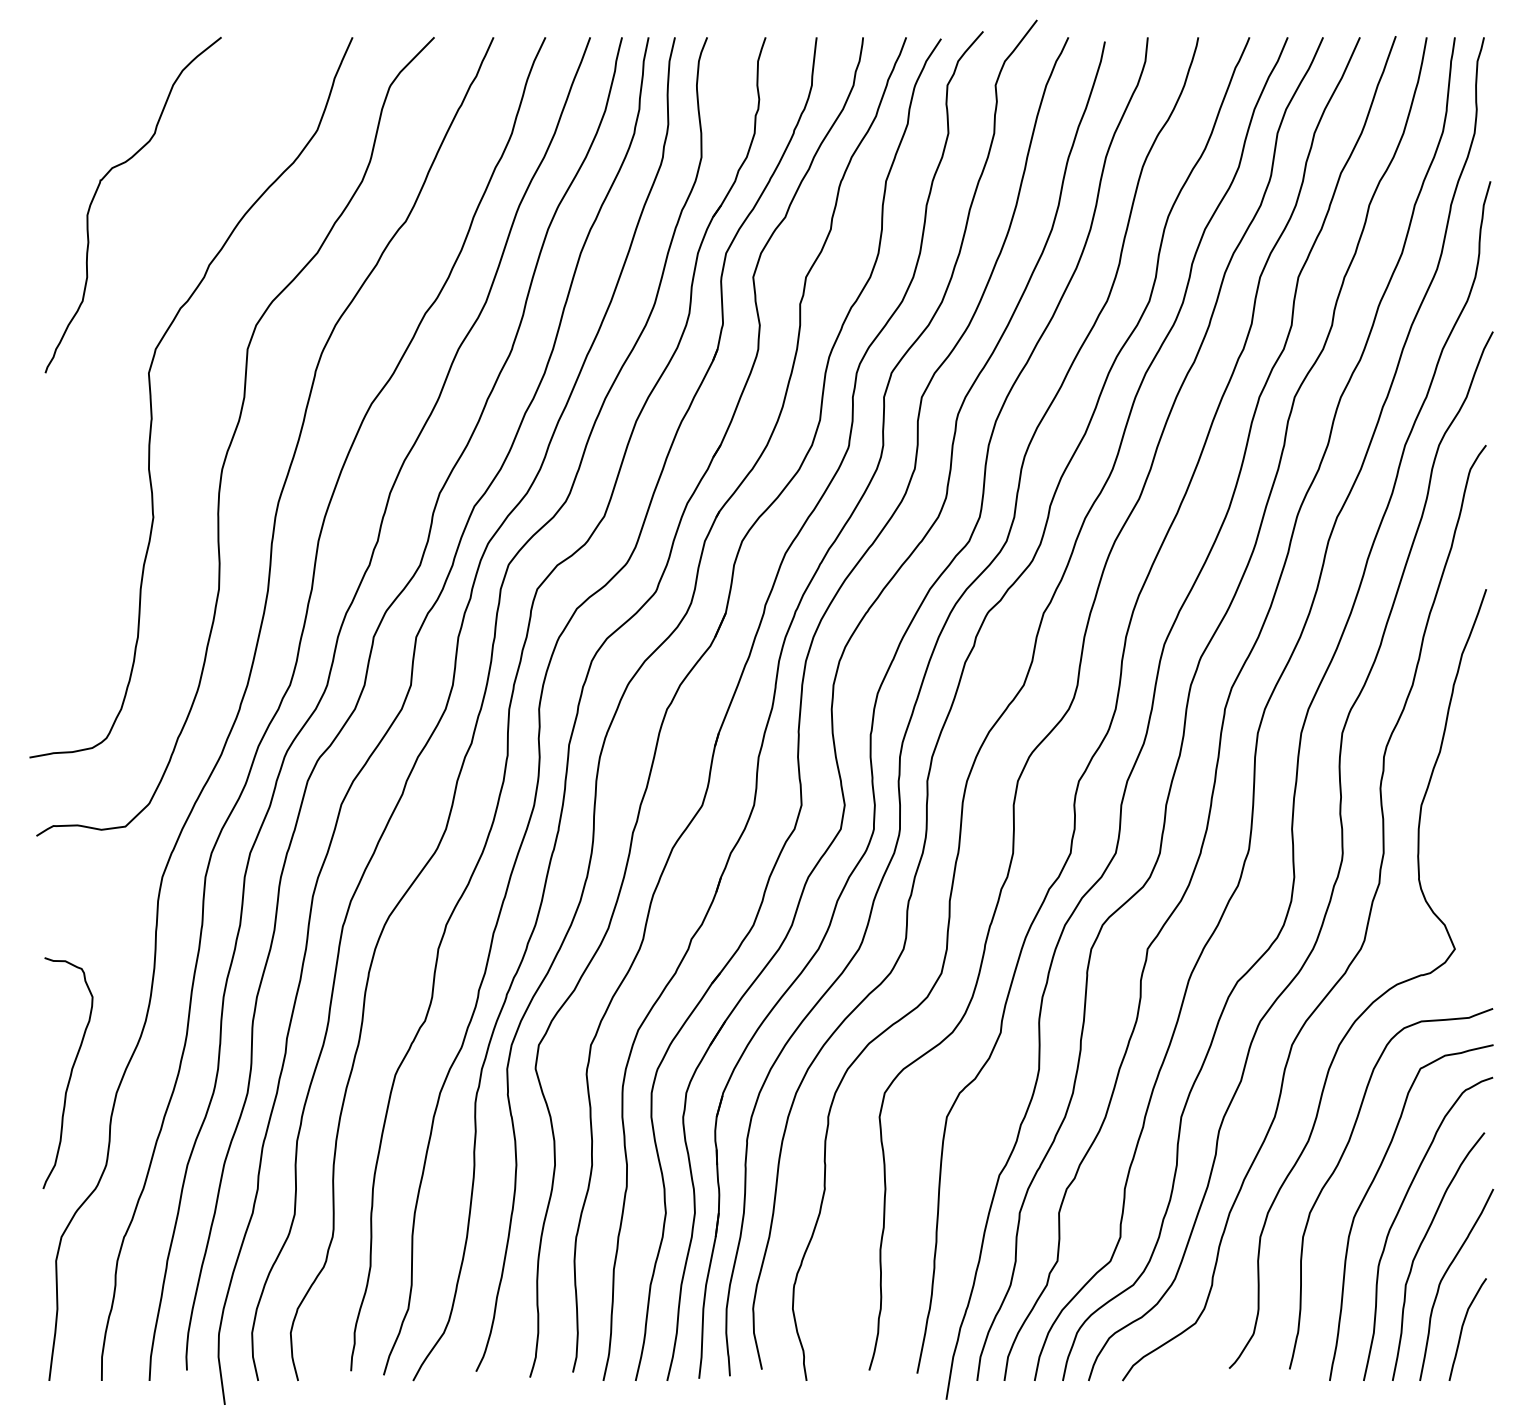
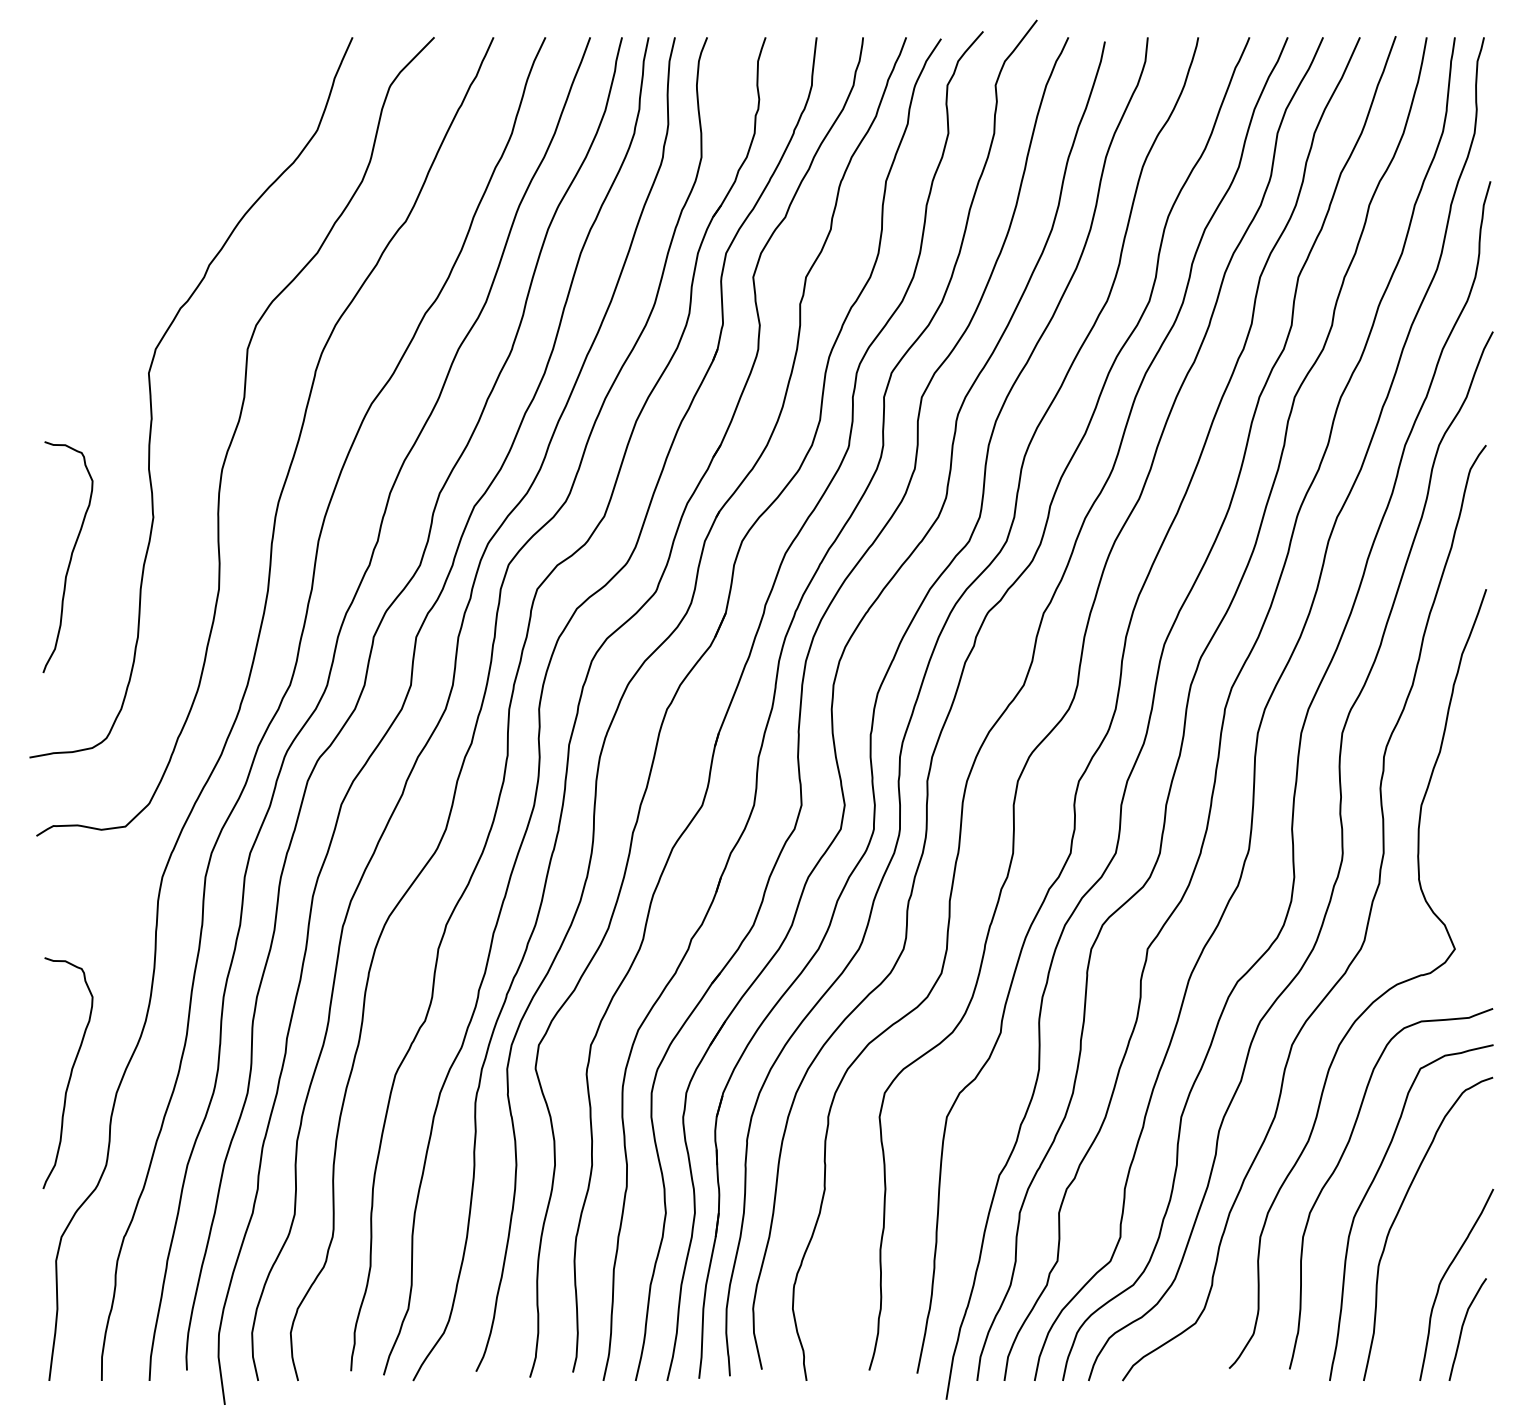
curve at (98, 189): present -> none
curve at (69, 559): none -> present
curve at (1420, 1247): present -> none
